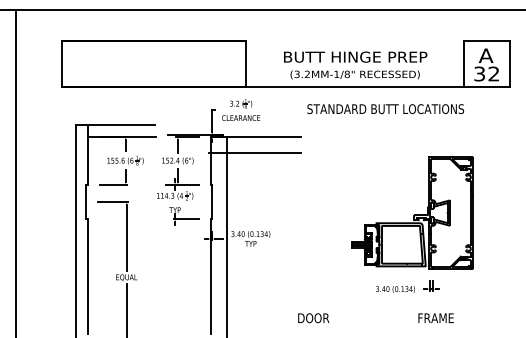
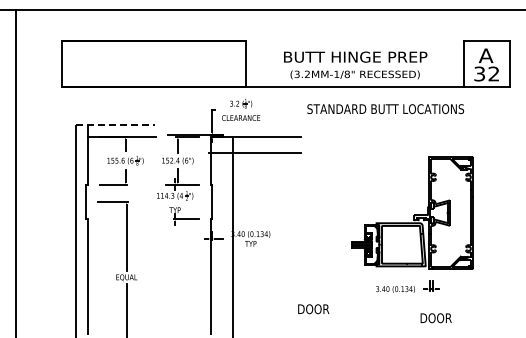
line at (115, 124): solid -> dashed
line at (227, 235) position: (227, 235) -> (233, 235)
text at (313, 318) position: (313, 318) -> (313, 309)
text at (435, 318): FRAME -> DOOR
